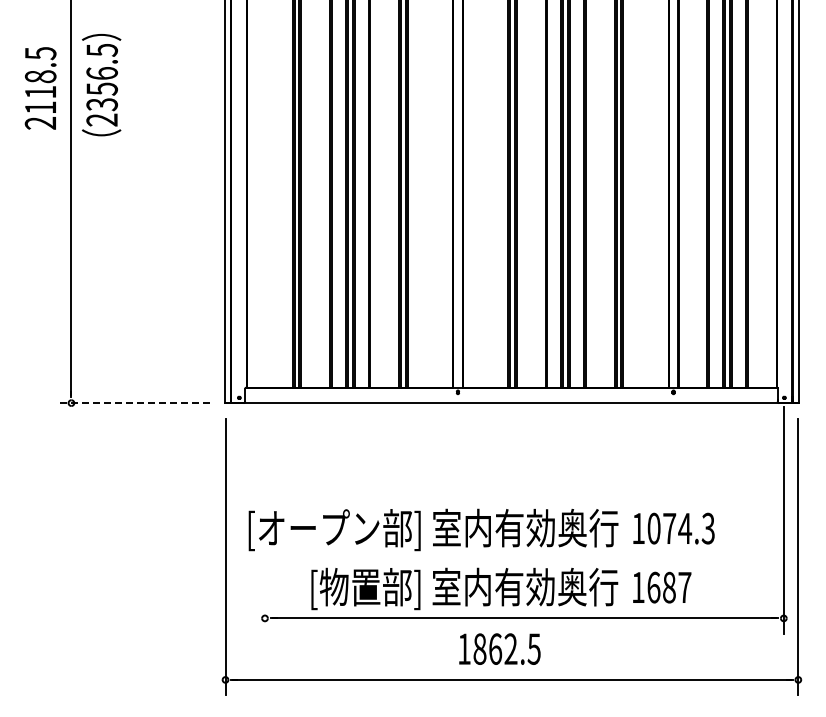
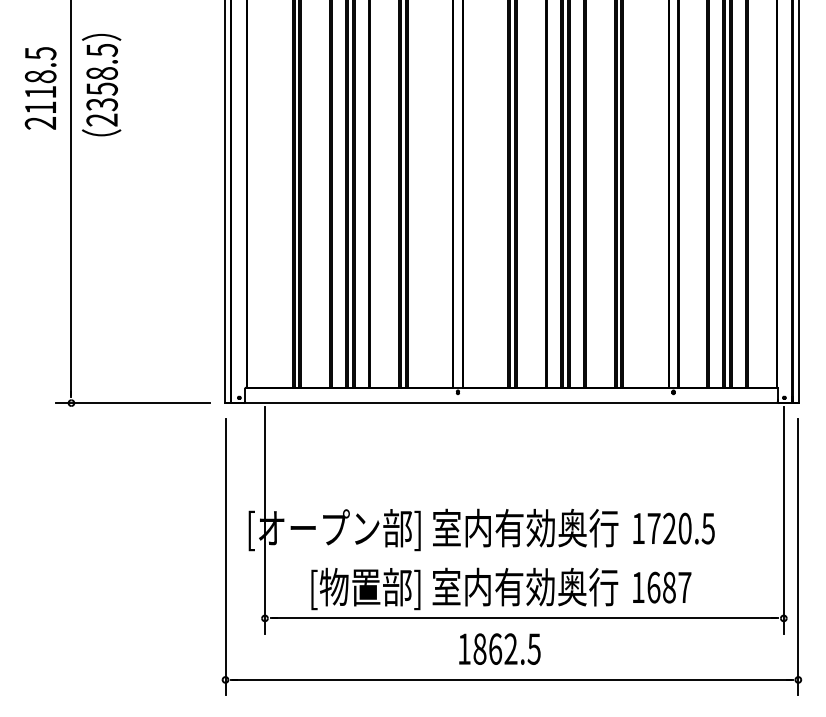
text at (101, 73): 2356.5 -> 2358.5
line at (132, 403): dashed -> solid
line at (264, 519): none -> present
text at (680, 528): 1074.3 -> 1720.5
